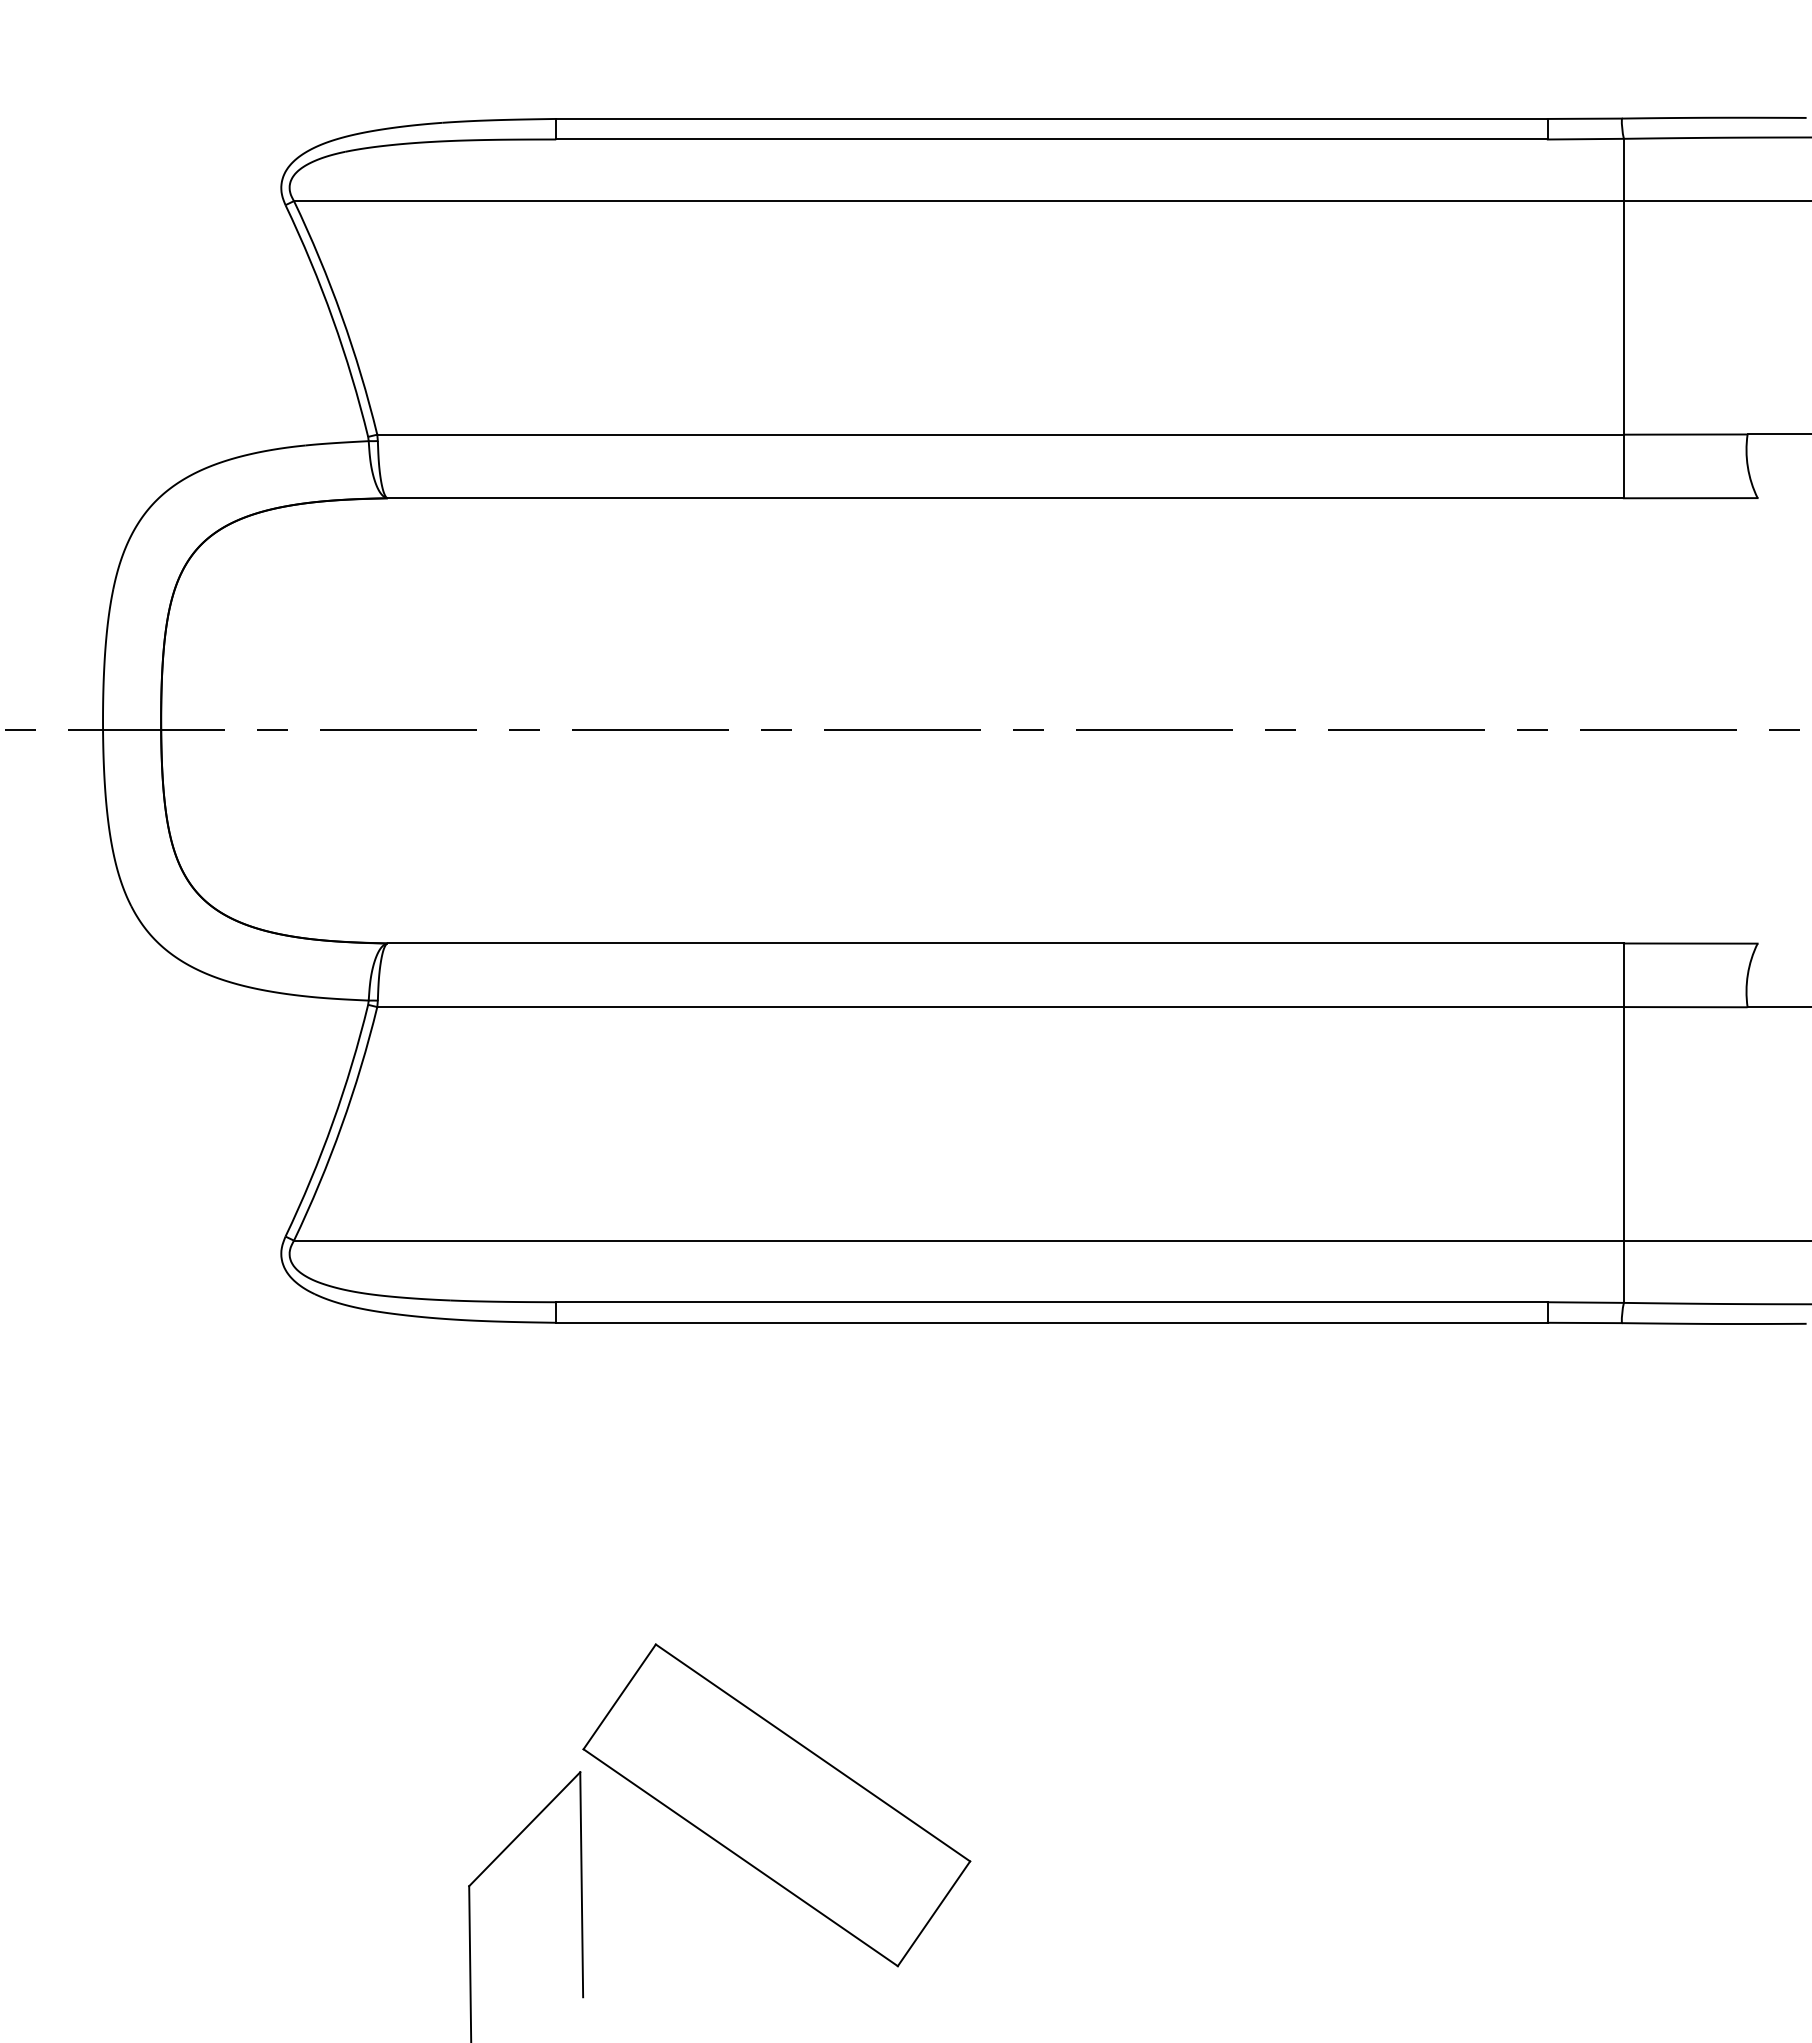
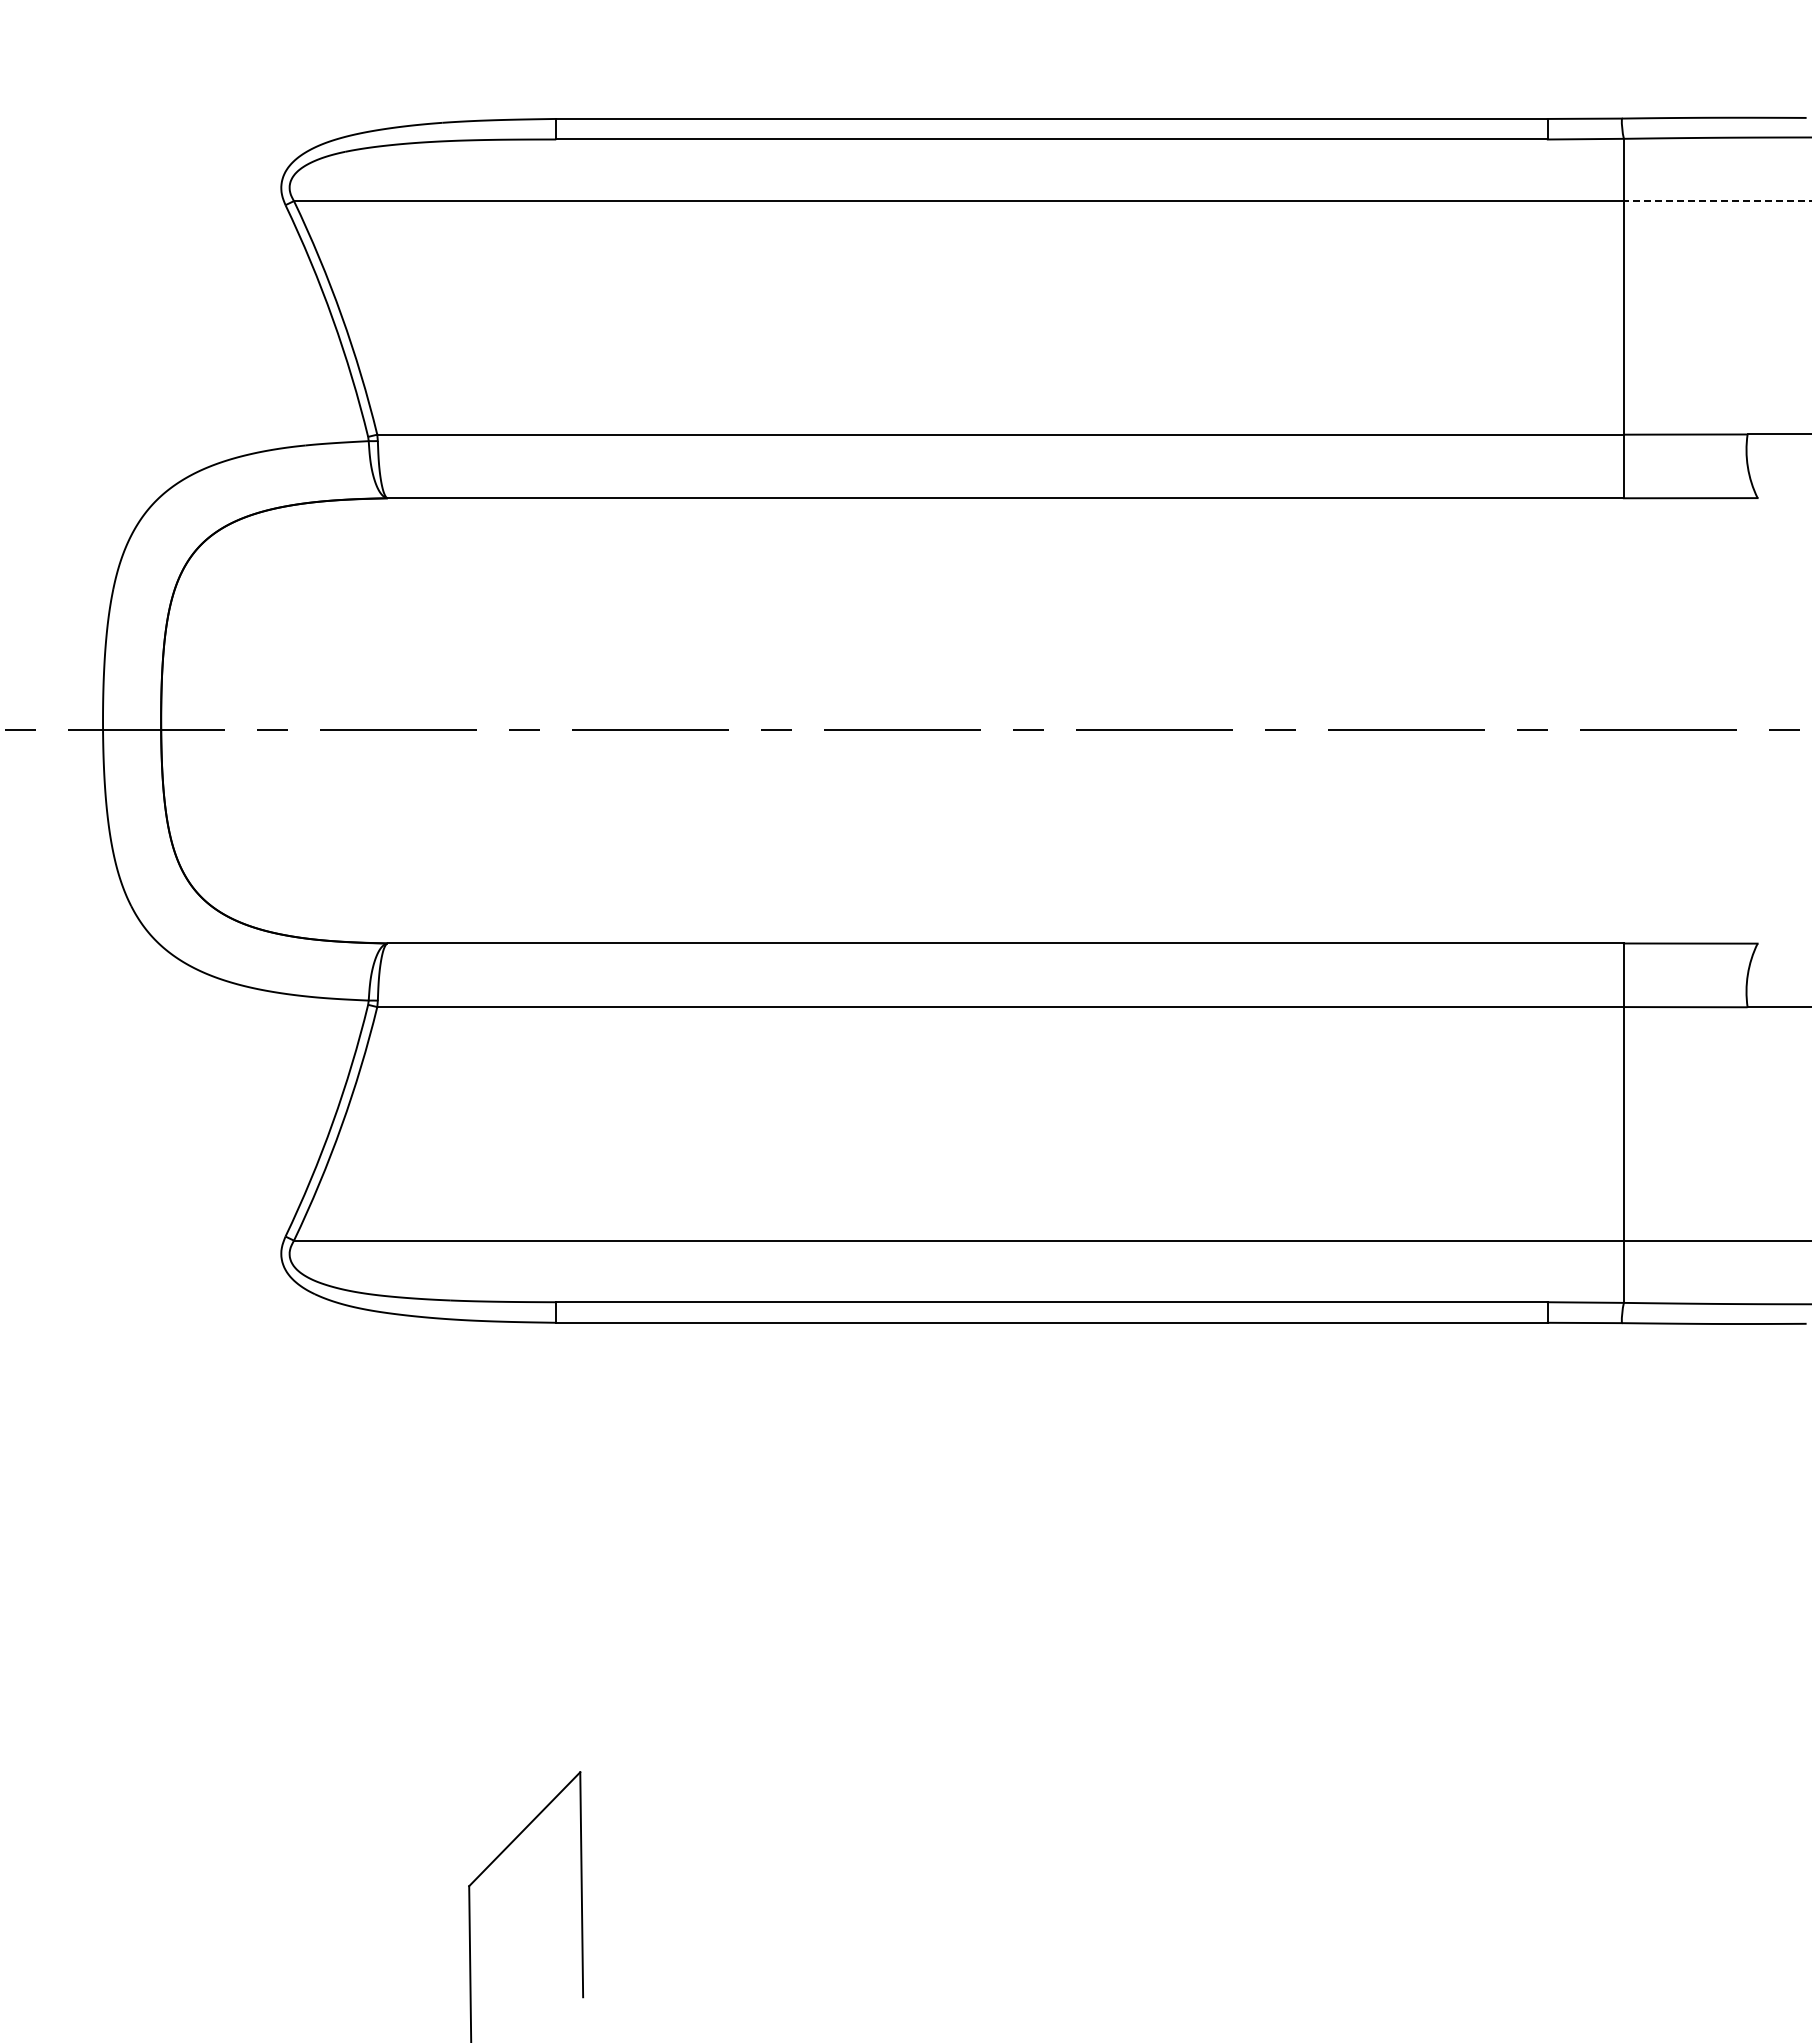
line at (1717, 201): solid -> dashed
part at (776, 1805): present -> none
